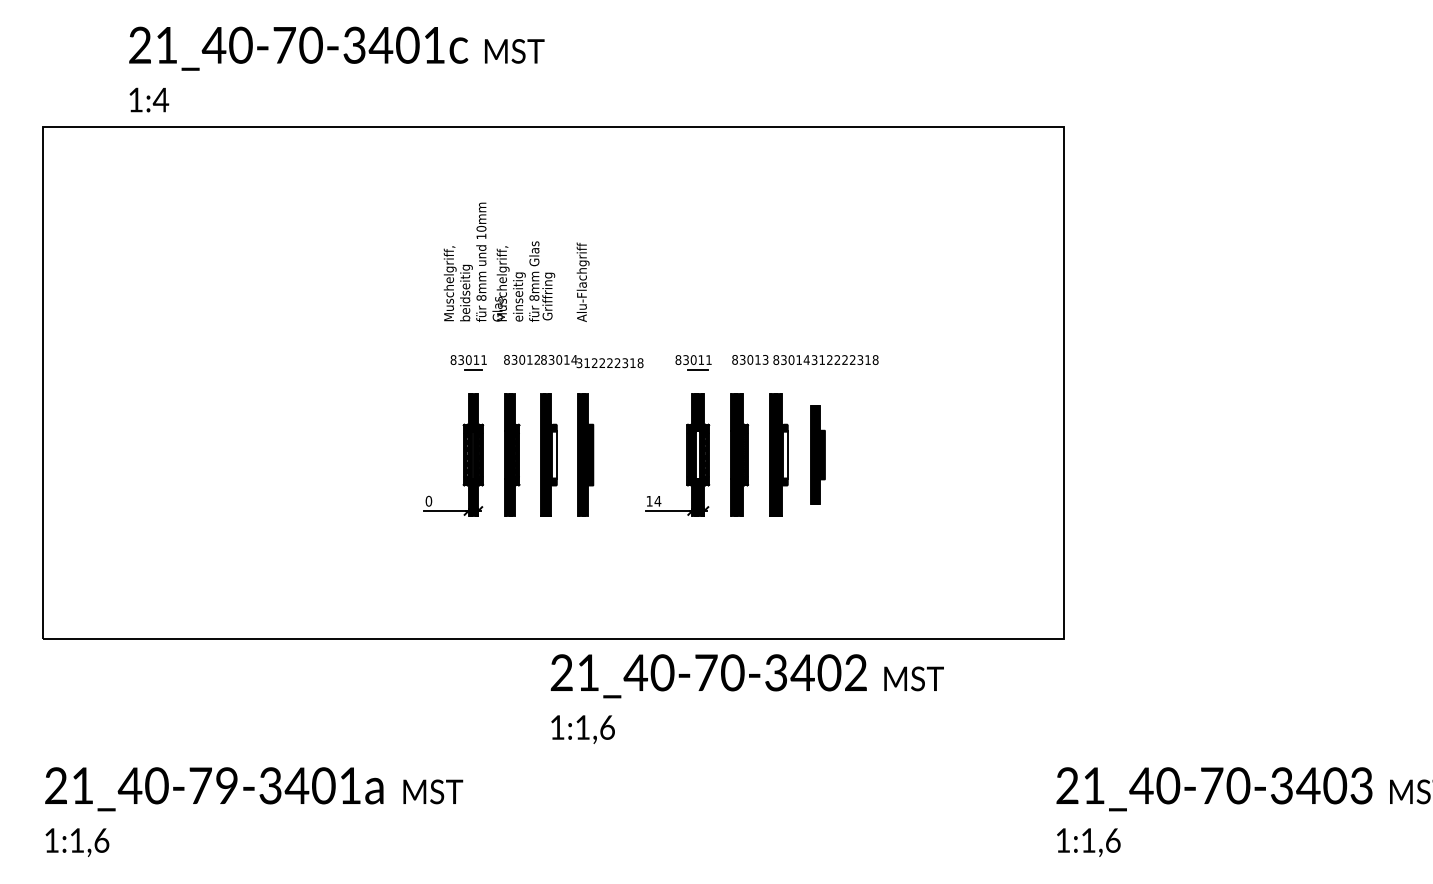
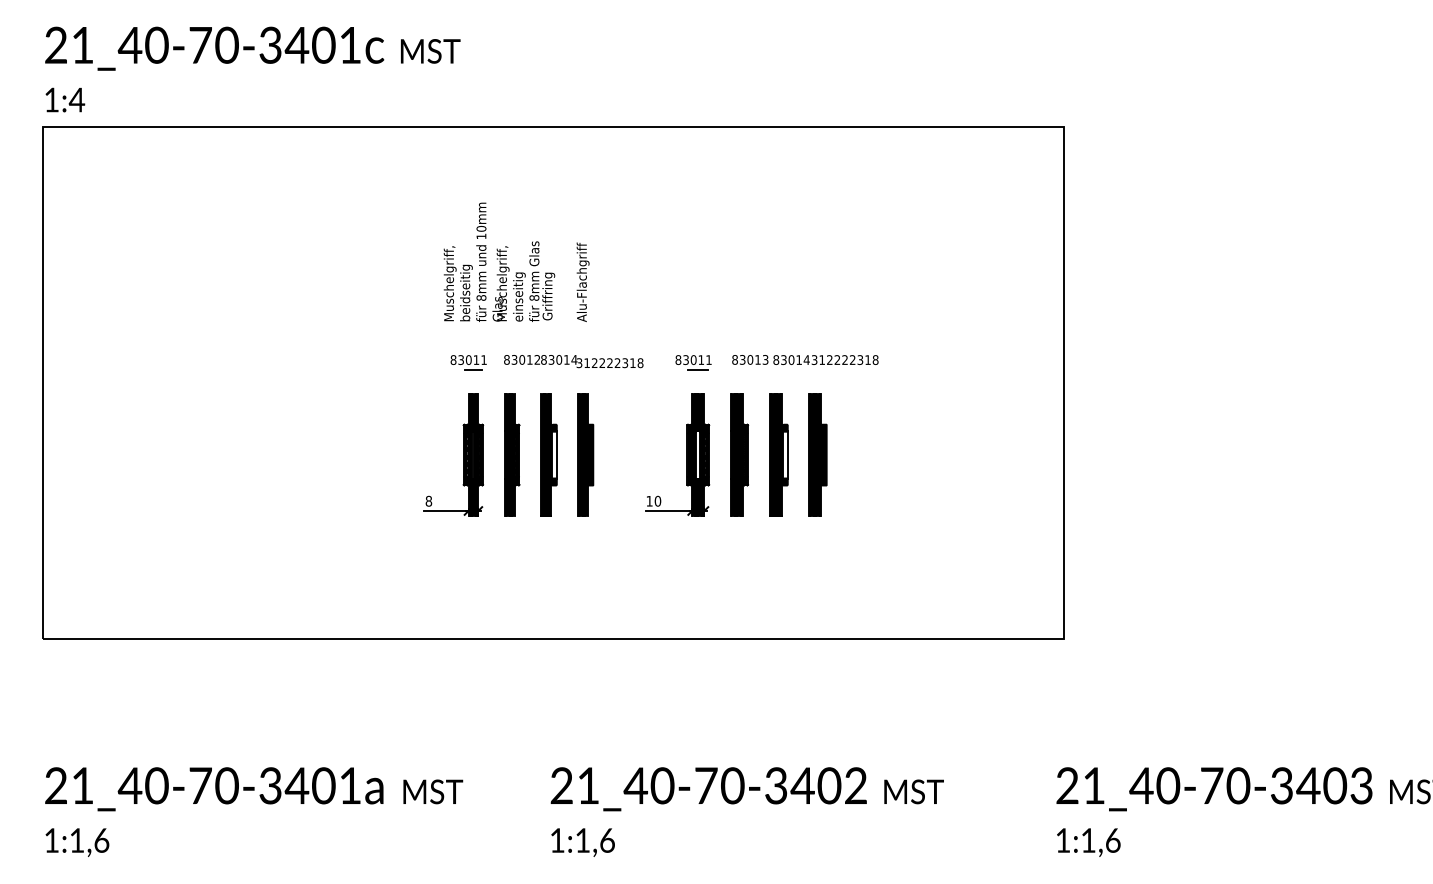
text at (336, 69) position: (336, 69) -> (252, 69)
part at (817, 454) size: 16x100 px -> 20x124 px
text at (657, 500): 14 -> 10
text at (428, 501): 0 -> 8
text at (746, 698) position: (746, 698) -> (746, 811)
text at (226, 786): 21_40-79-3401a -> 21_40-70-3401a
